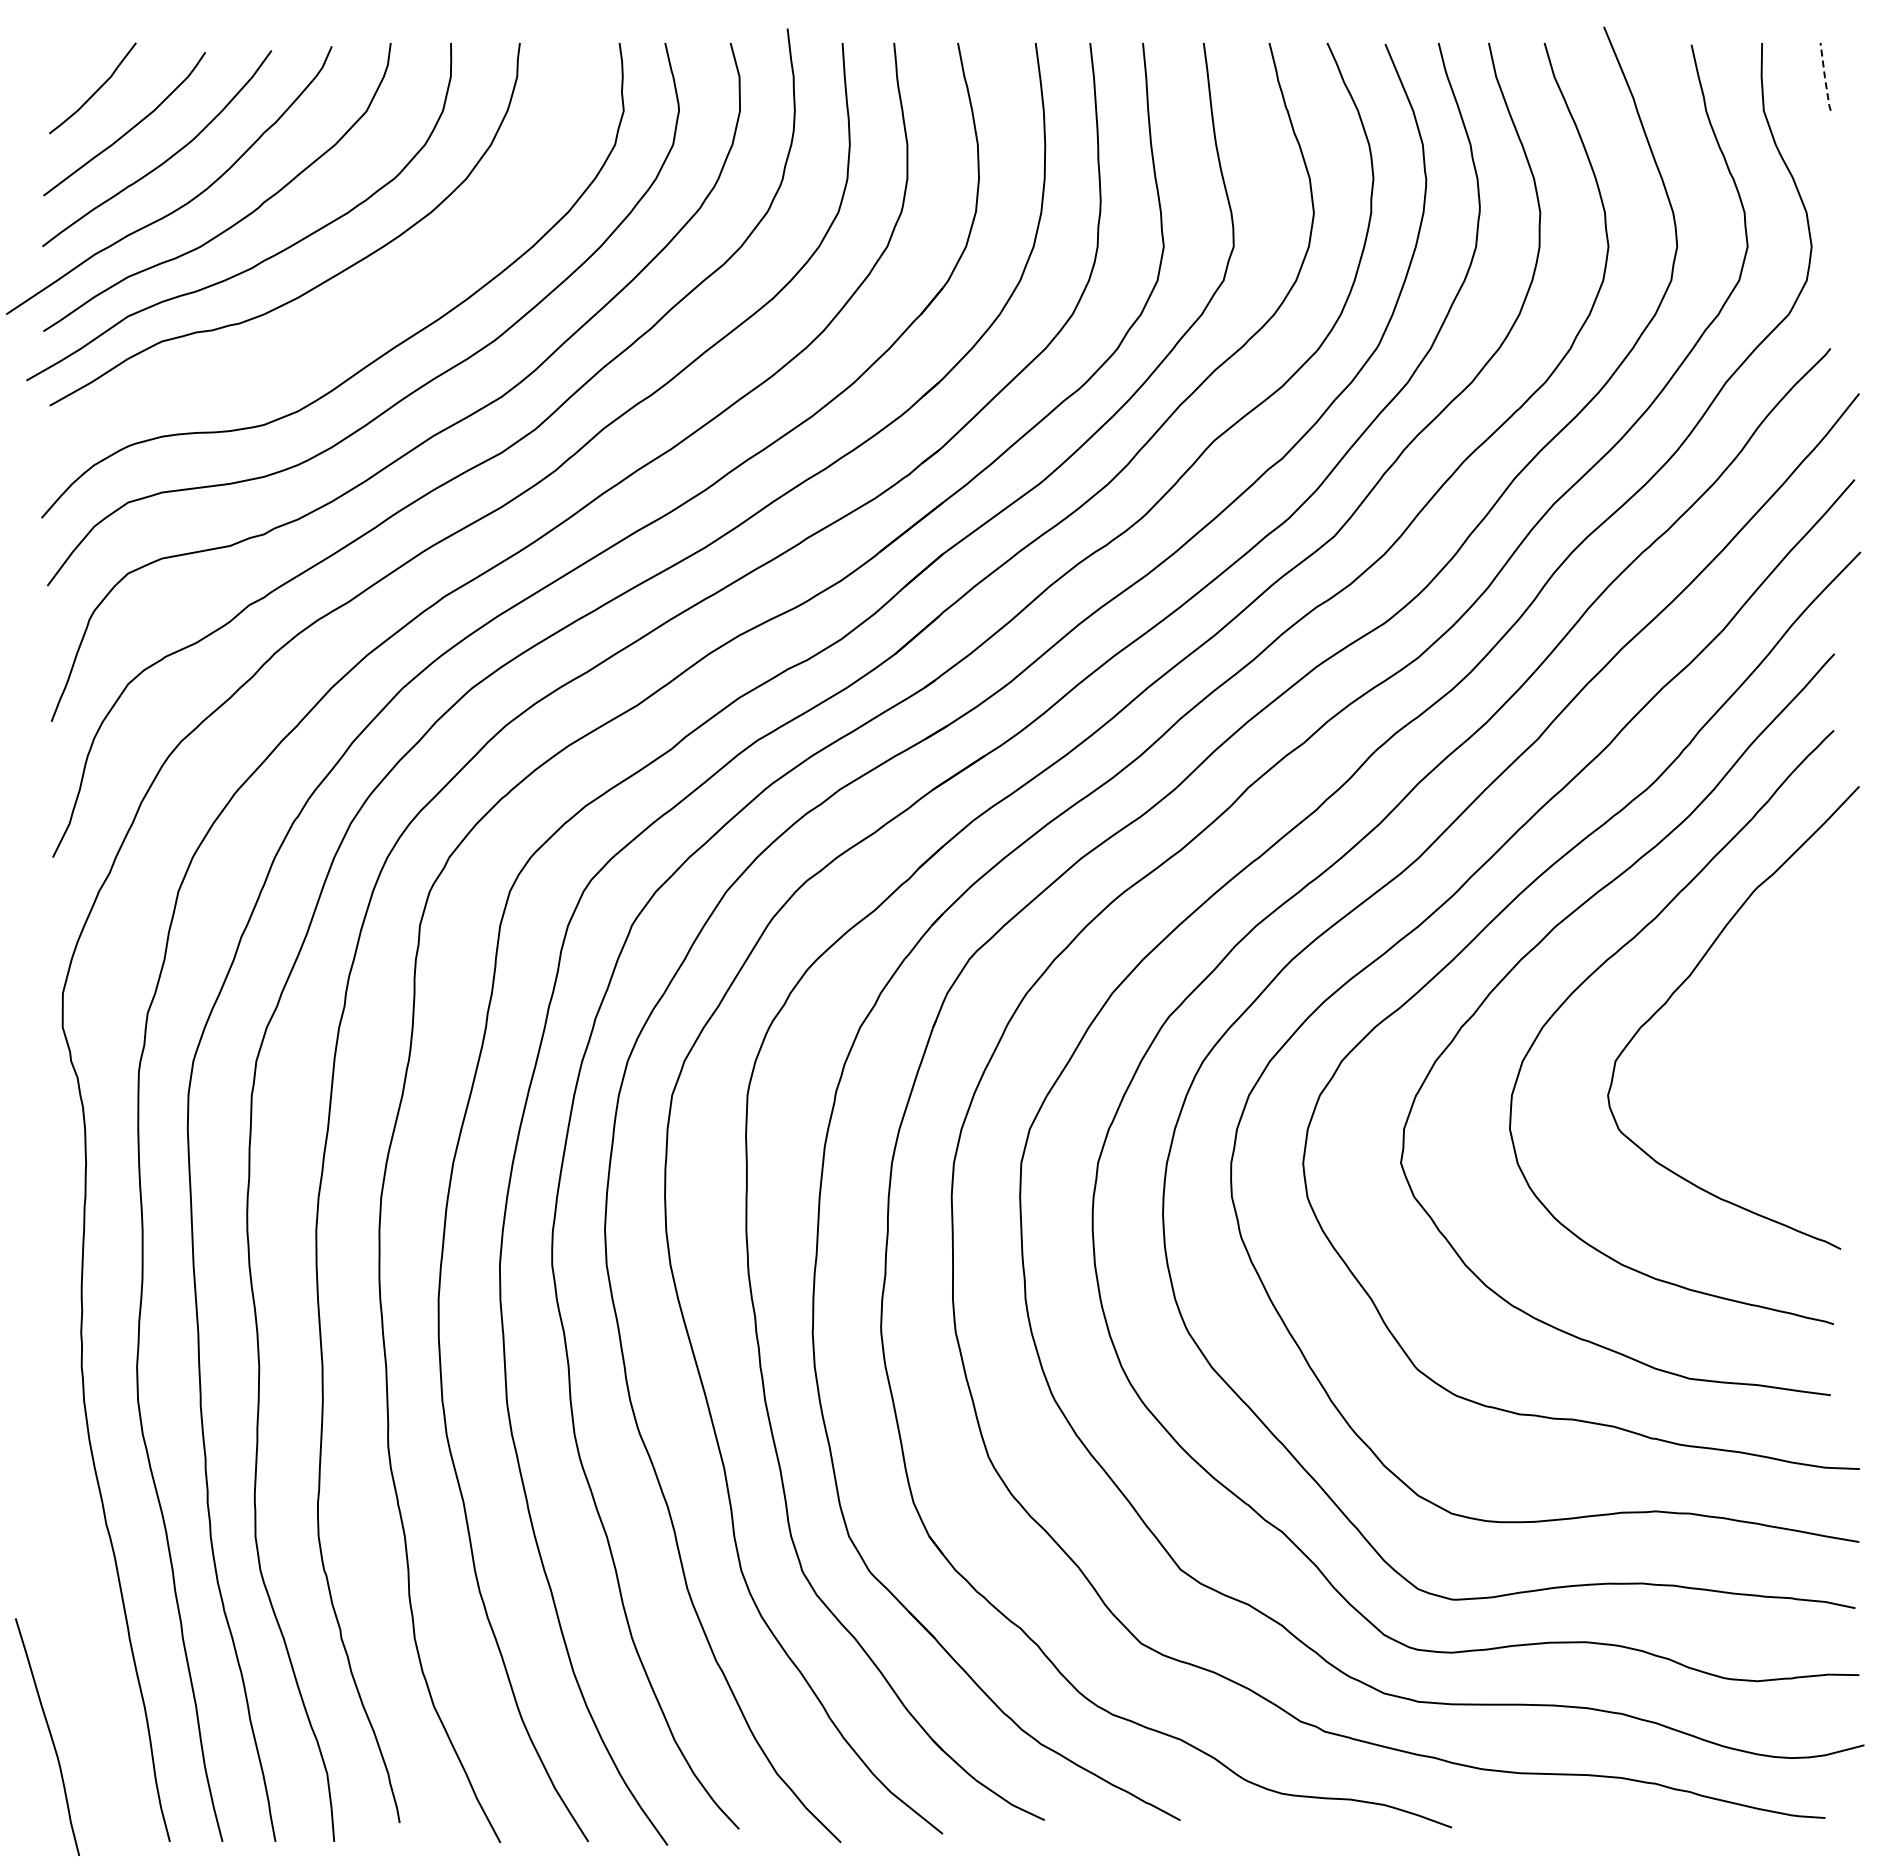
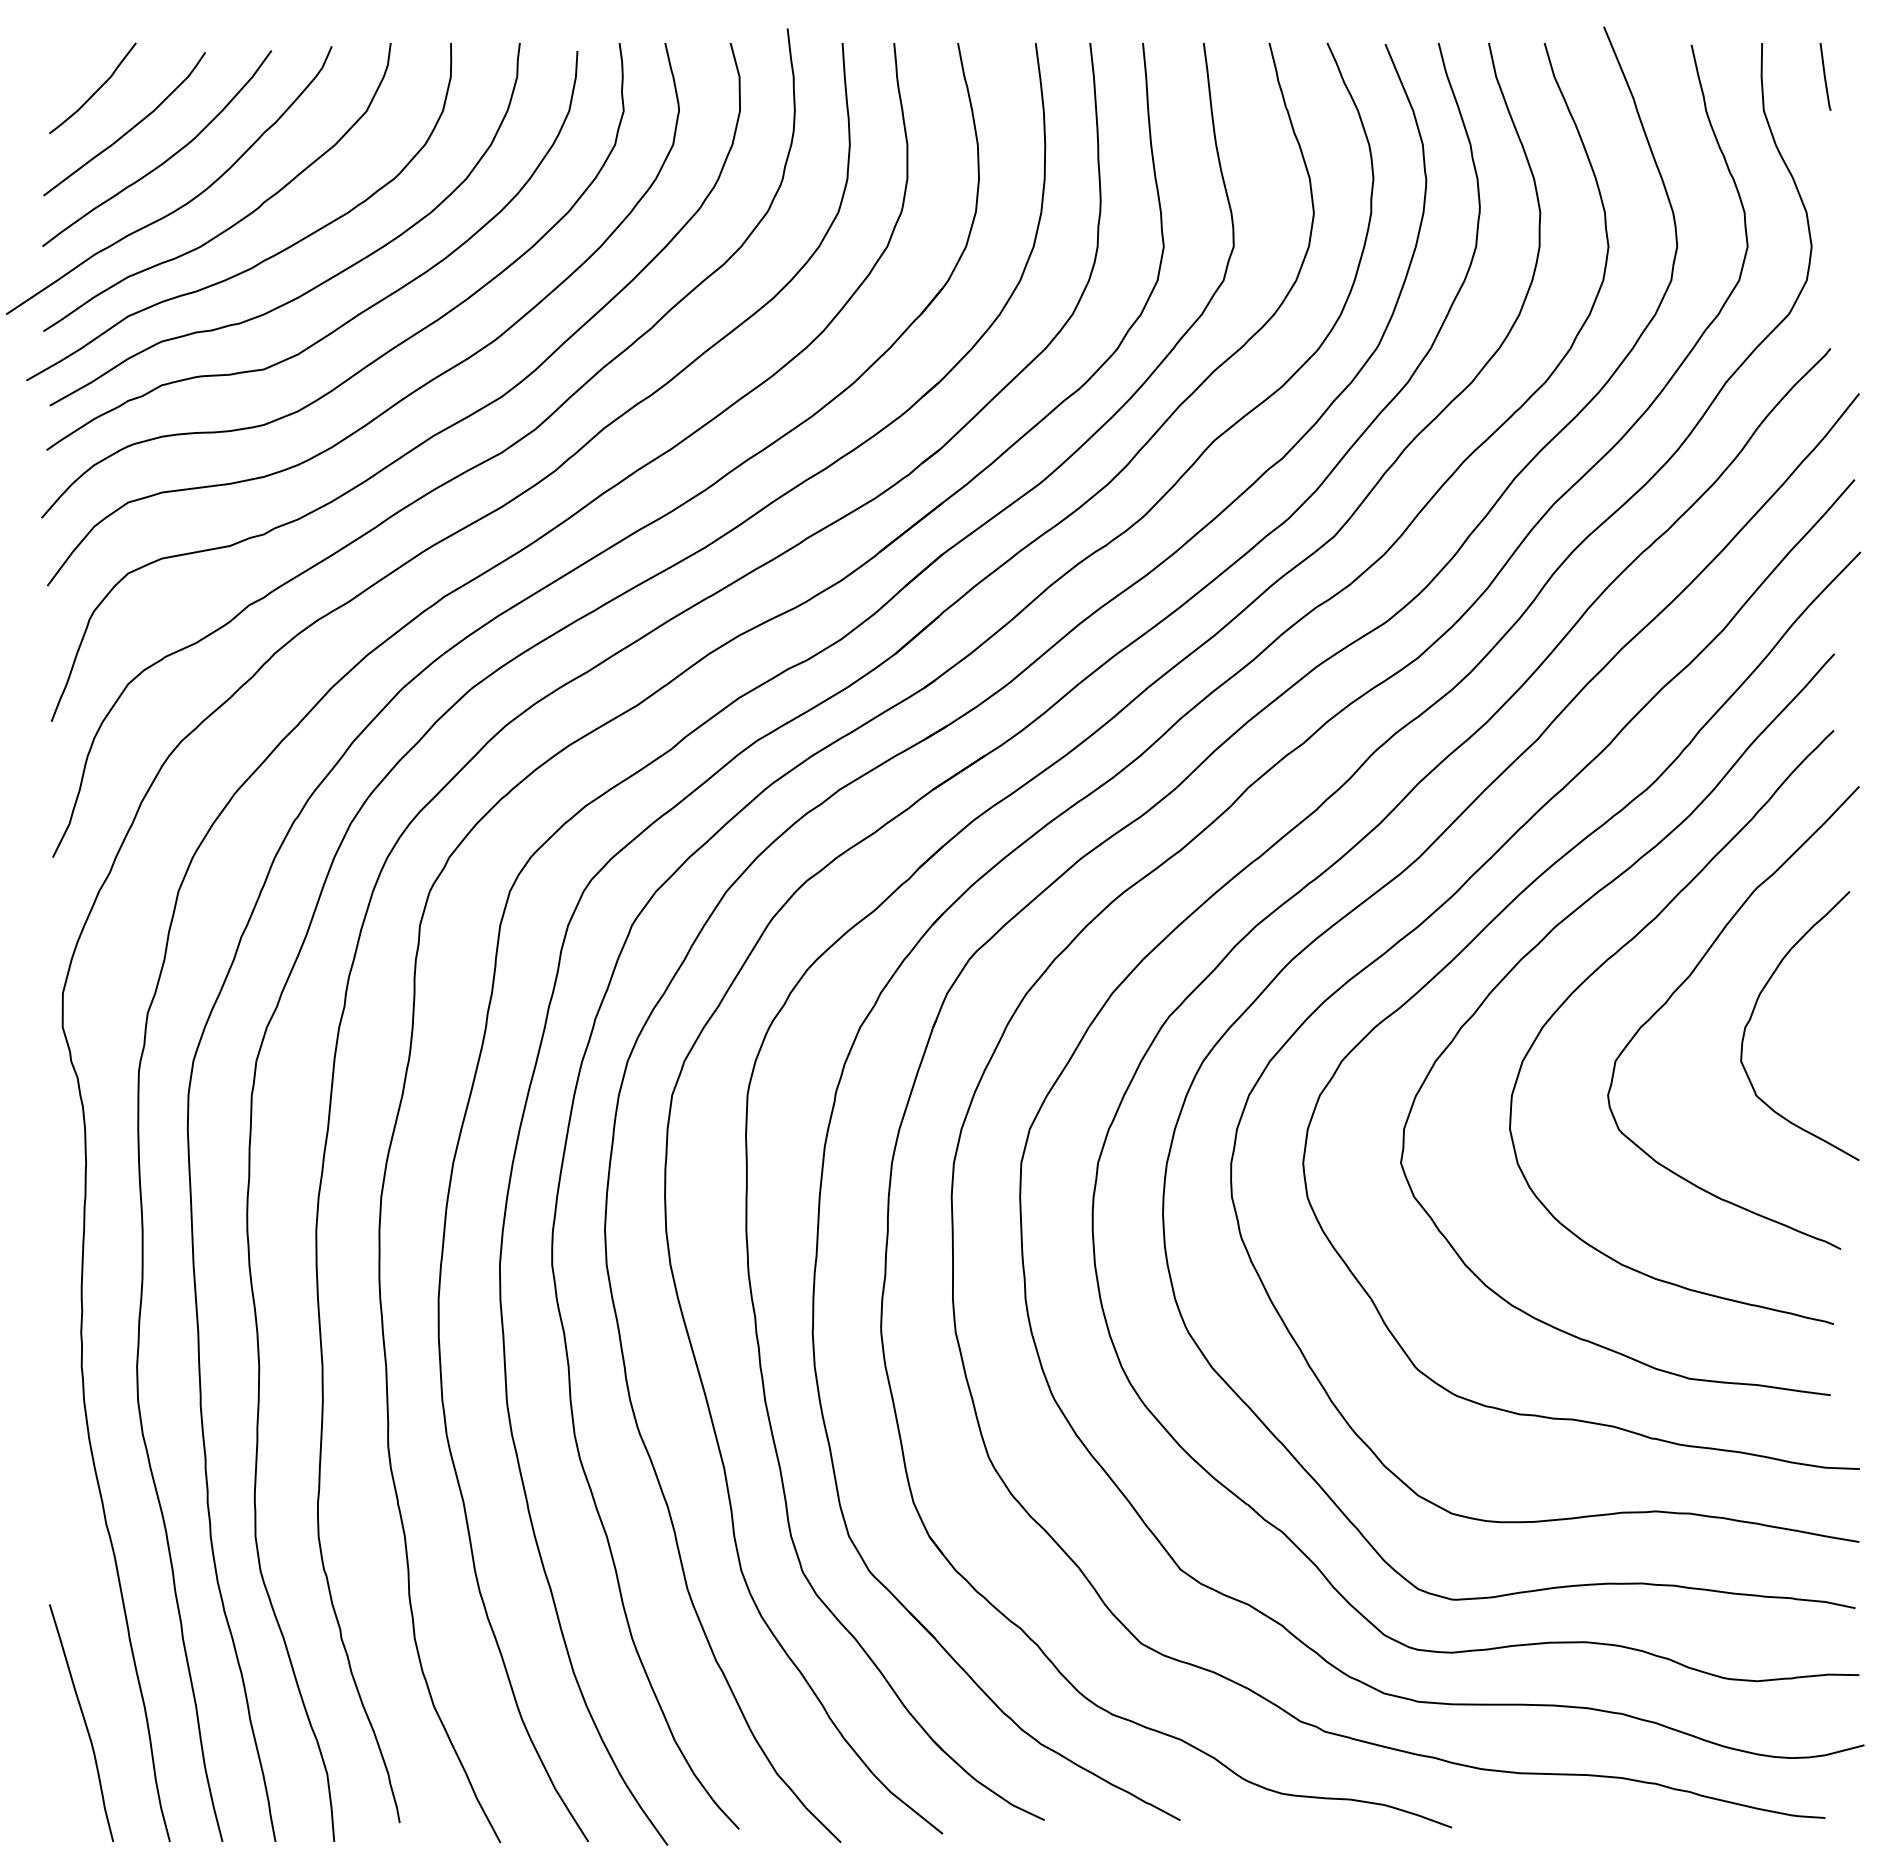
line at (1824, 77): dashed -> solid
curve at (355, 315): none -> present
curve at (1755, 1008): none -> present
curve at (49, 1734) position: (49, 1734) -> (83, 1720)
